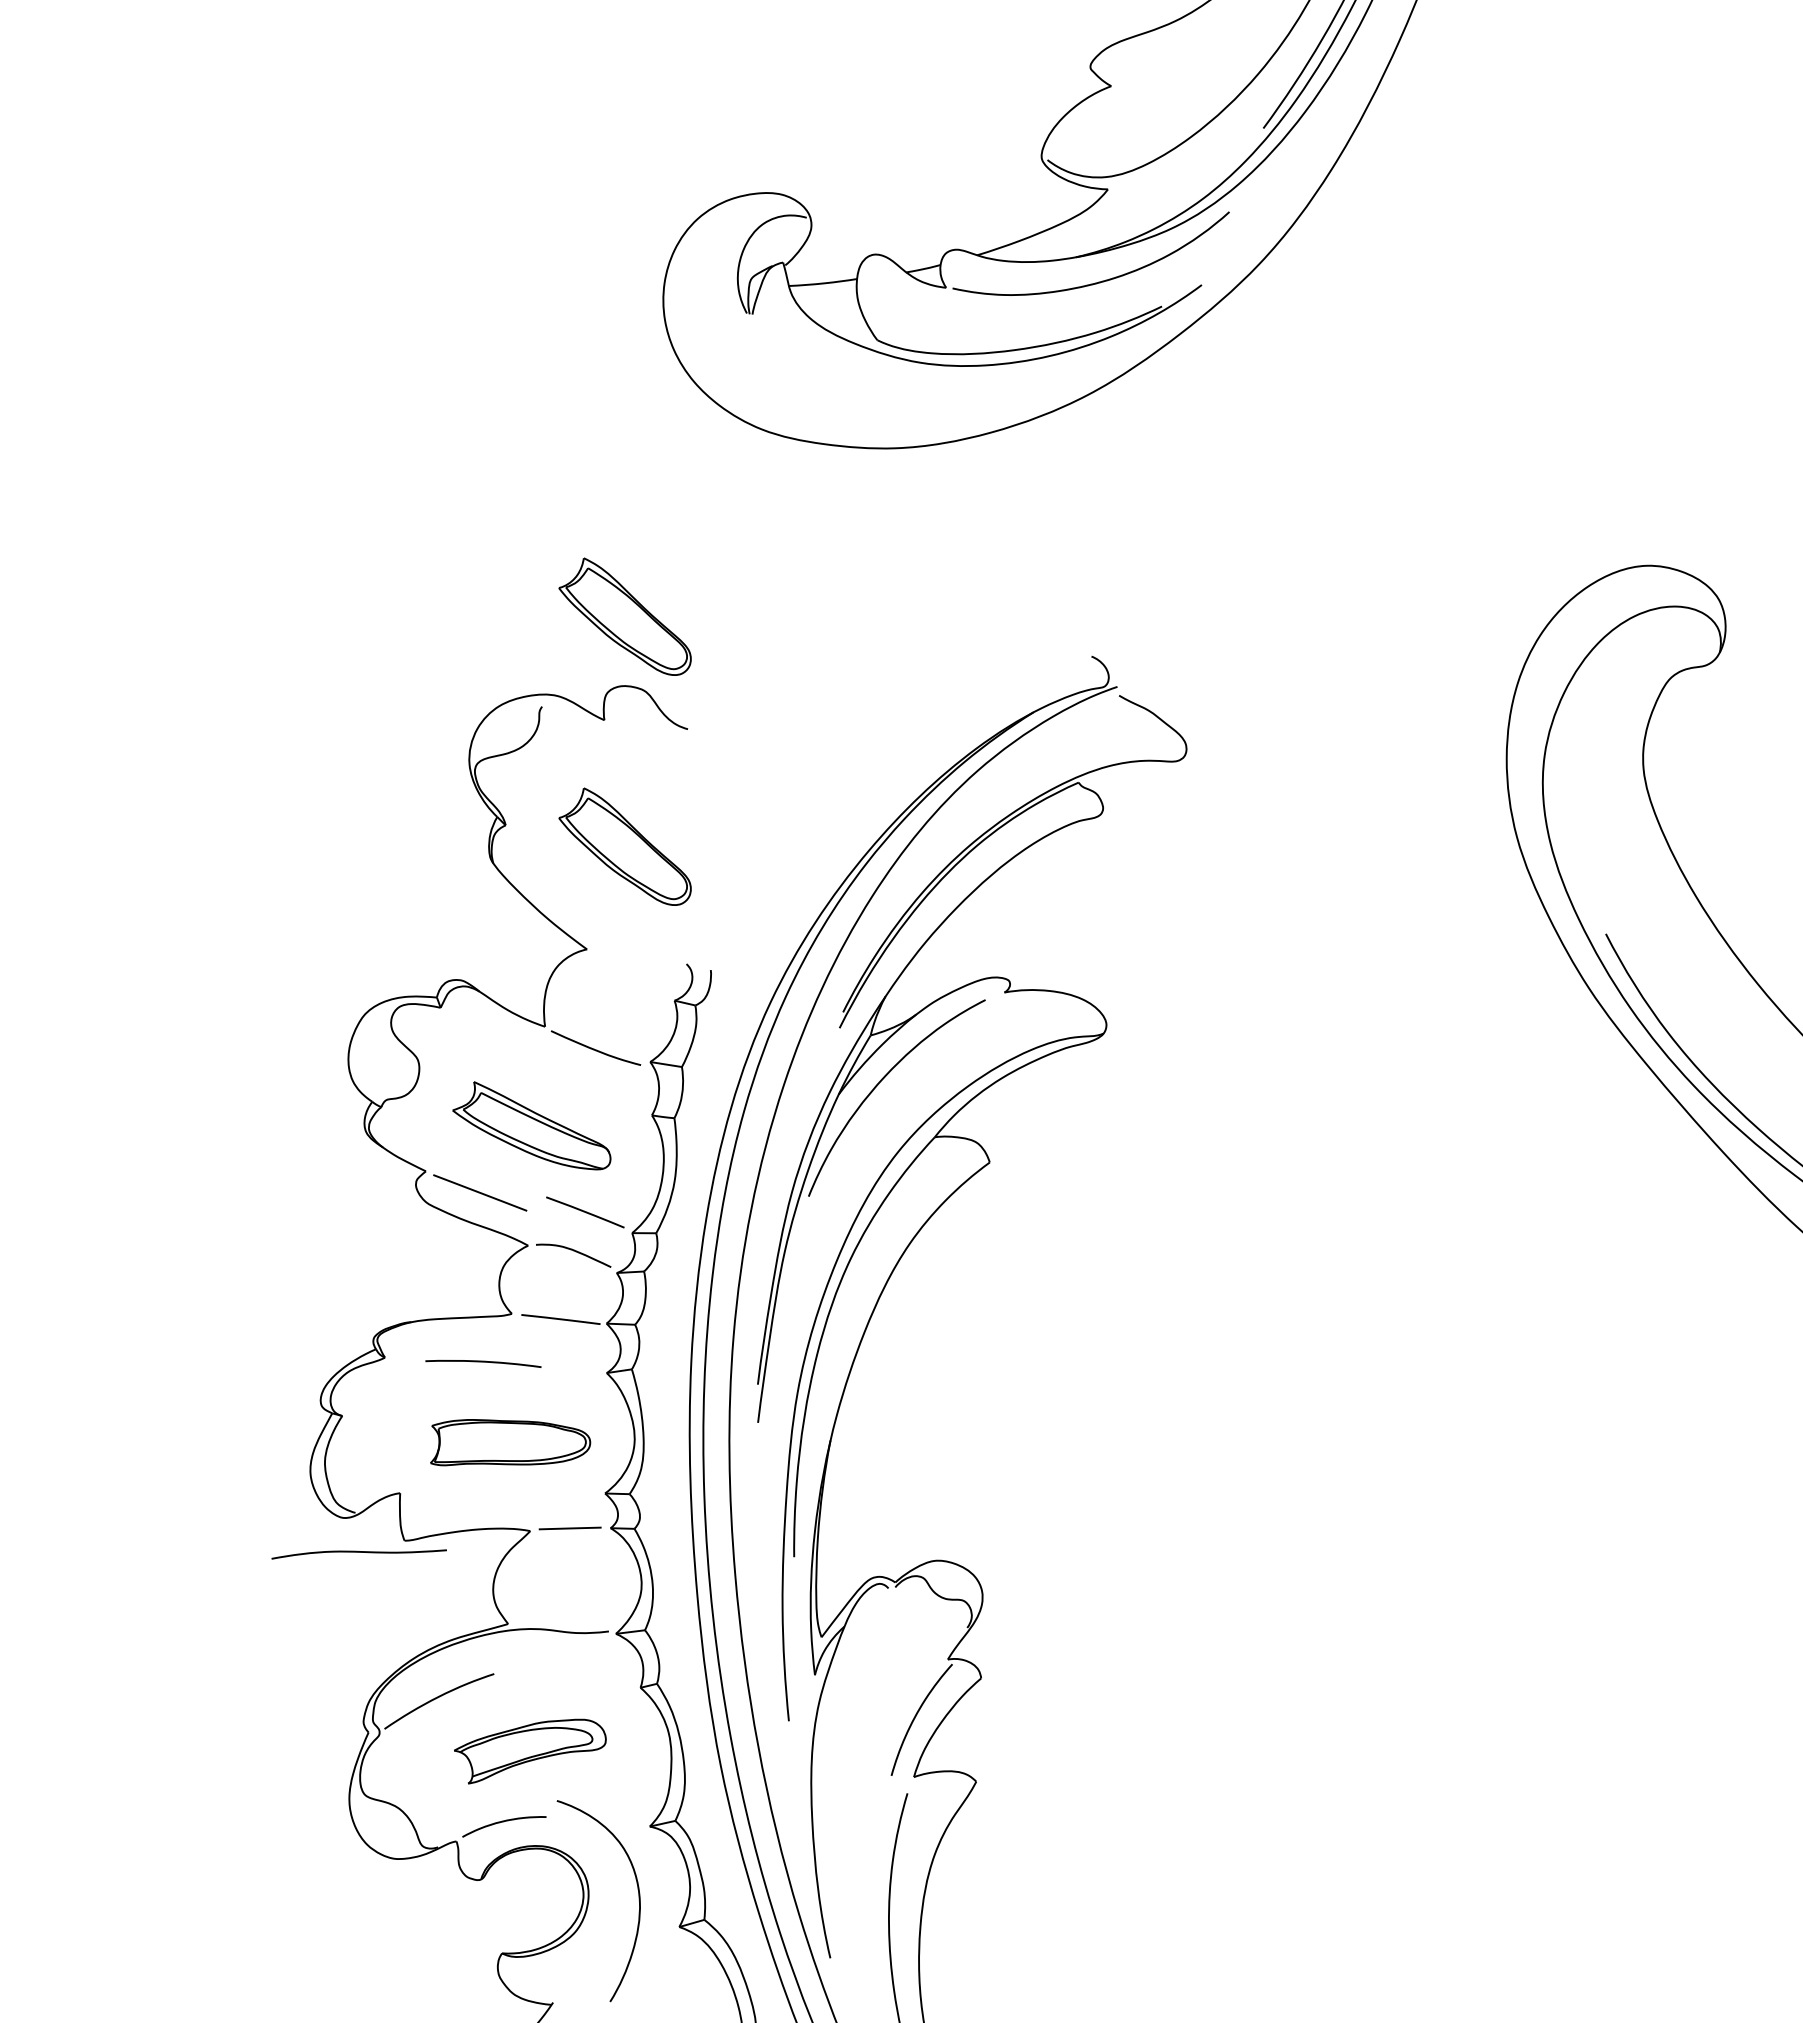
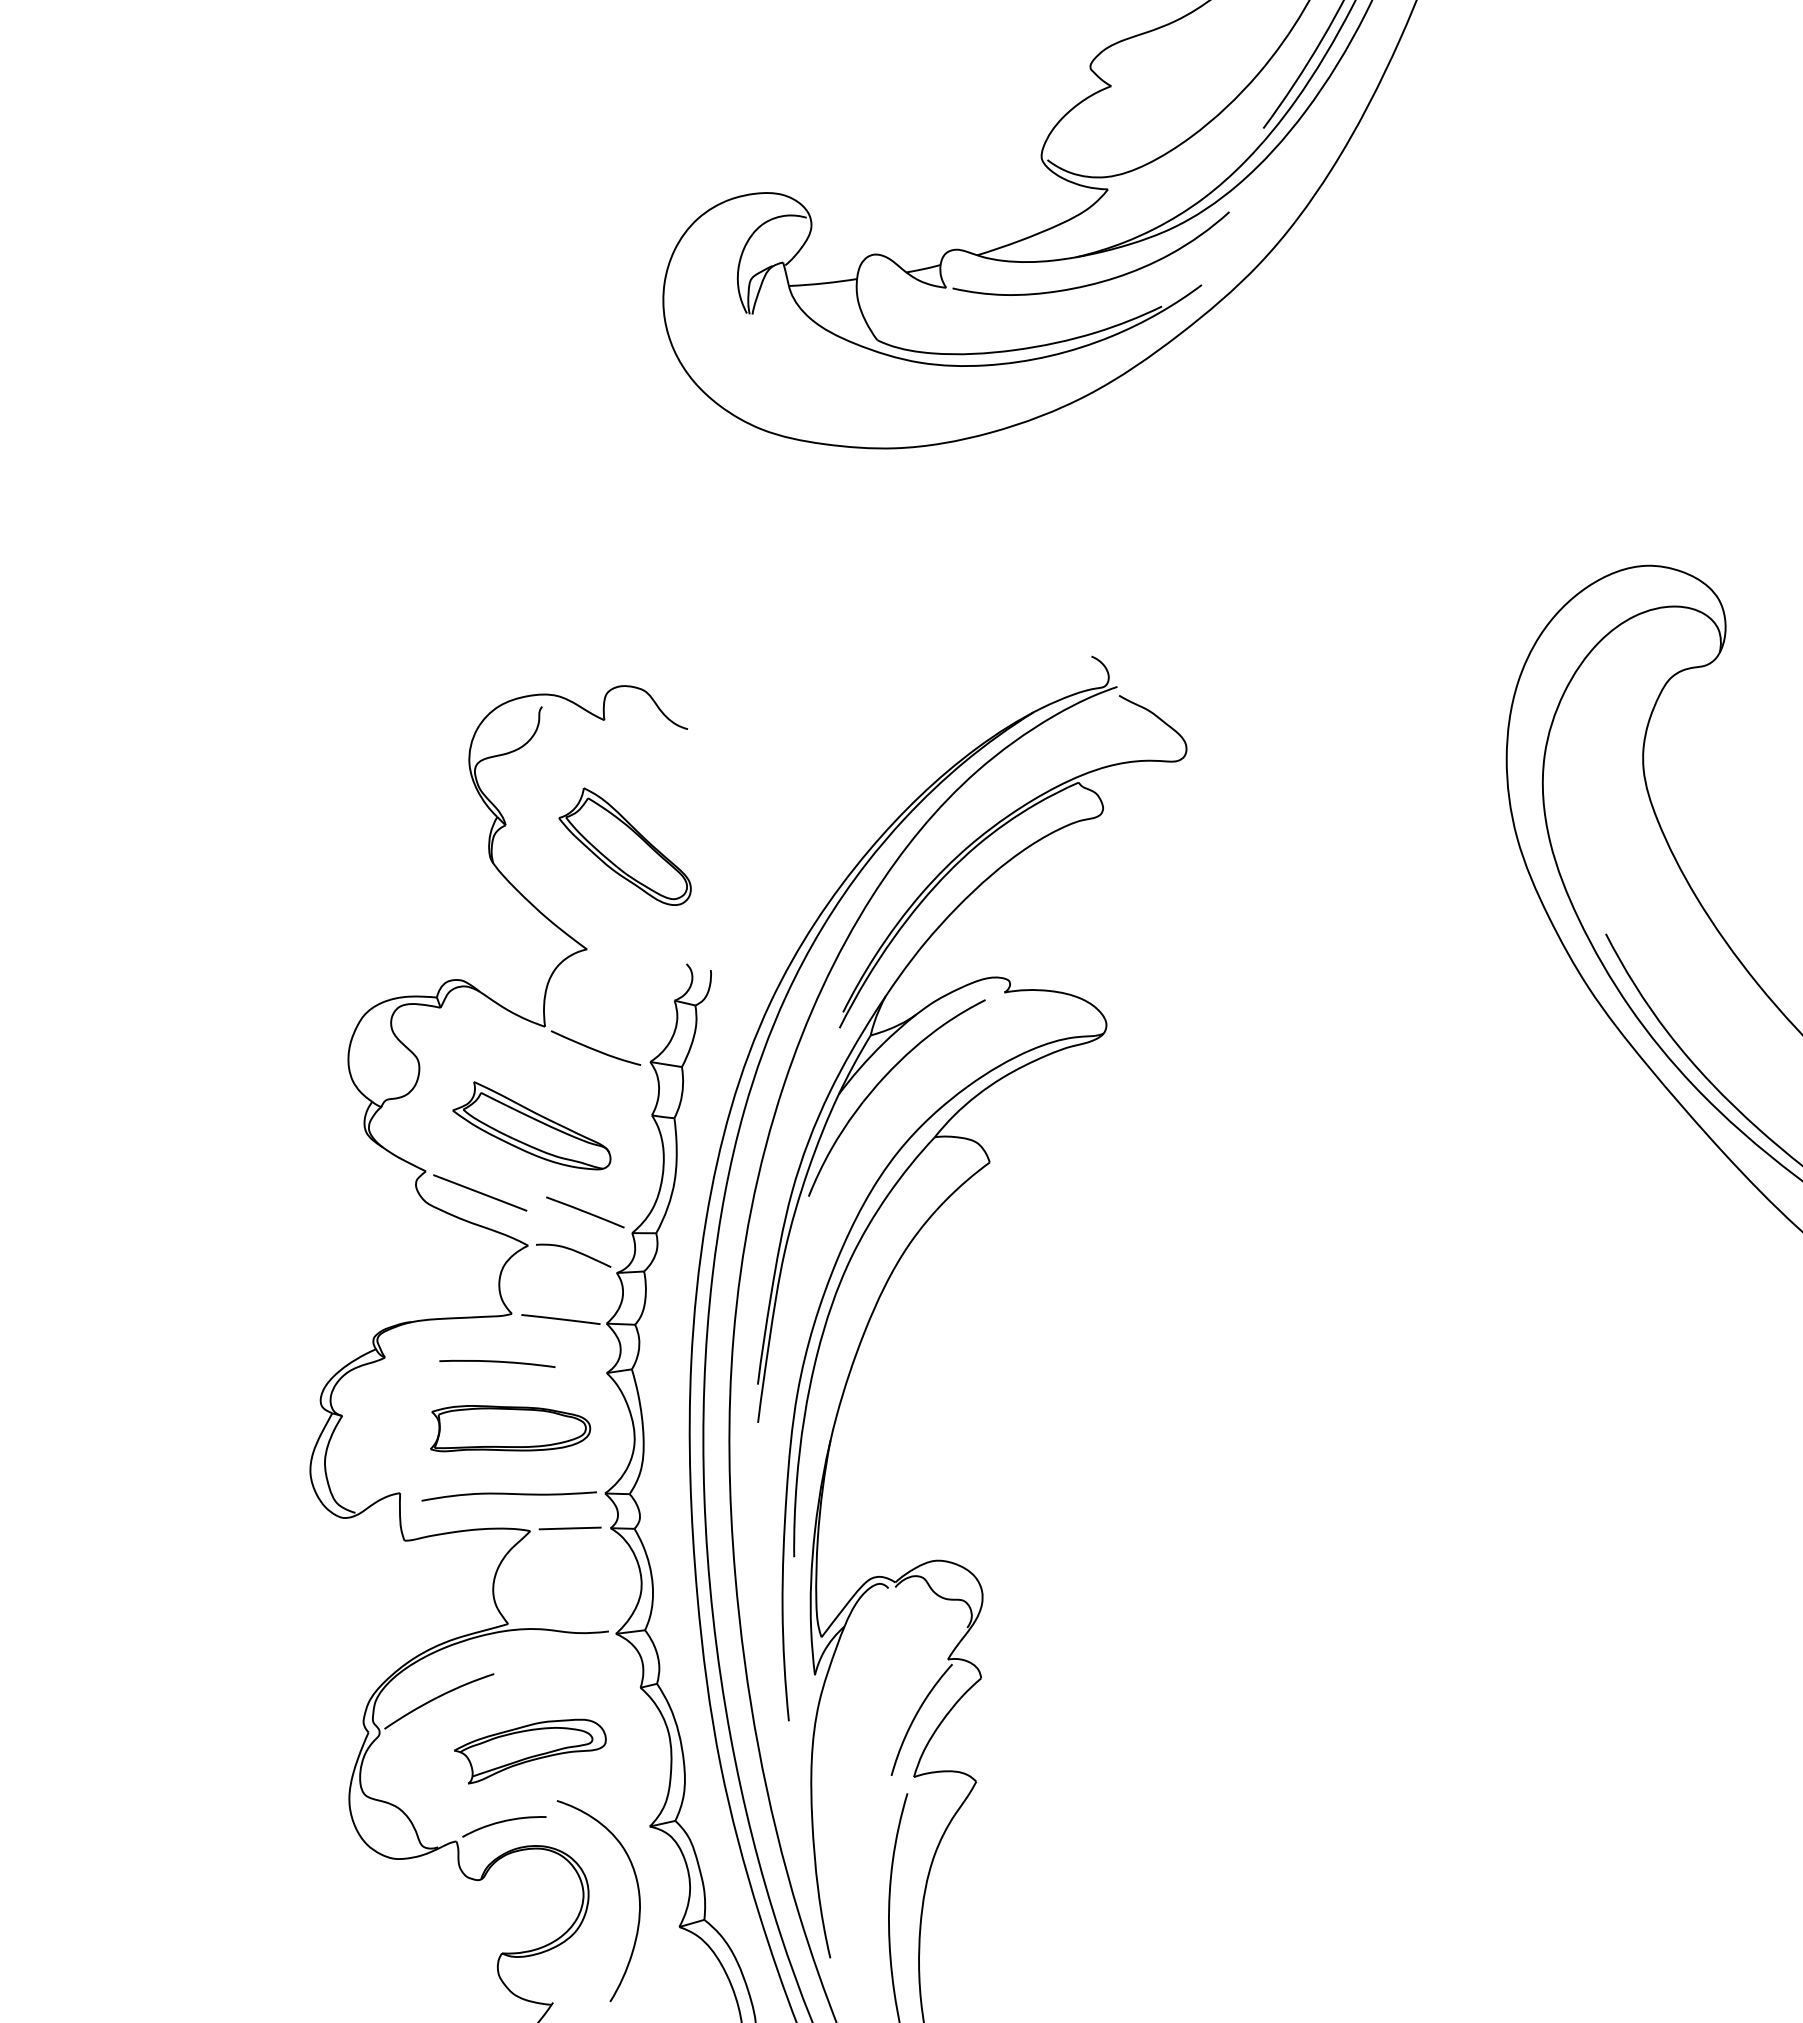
part at (624, 616): present -> none
curve at (483, 1362) position: (483, 1362) -> (497, 1362)
part at (510, 1442) position: (510, 1442) -> (510, 1428)
curve at (358, 1552) position: (358, 1552) -> (508, 1494)
